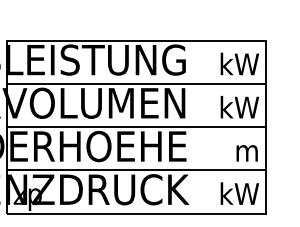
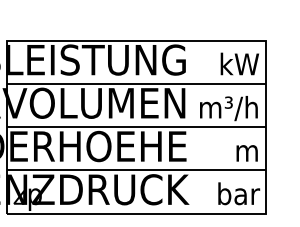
text at (229, 108): kW -> m³/h
text at (239, 193): kW -> bar
